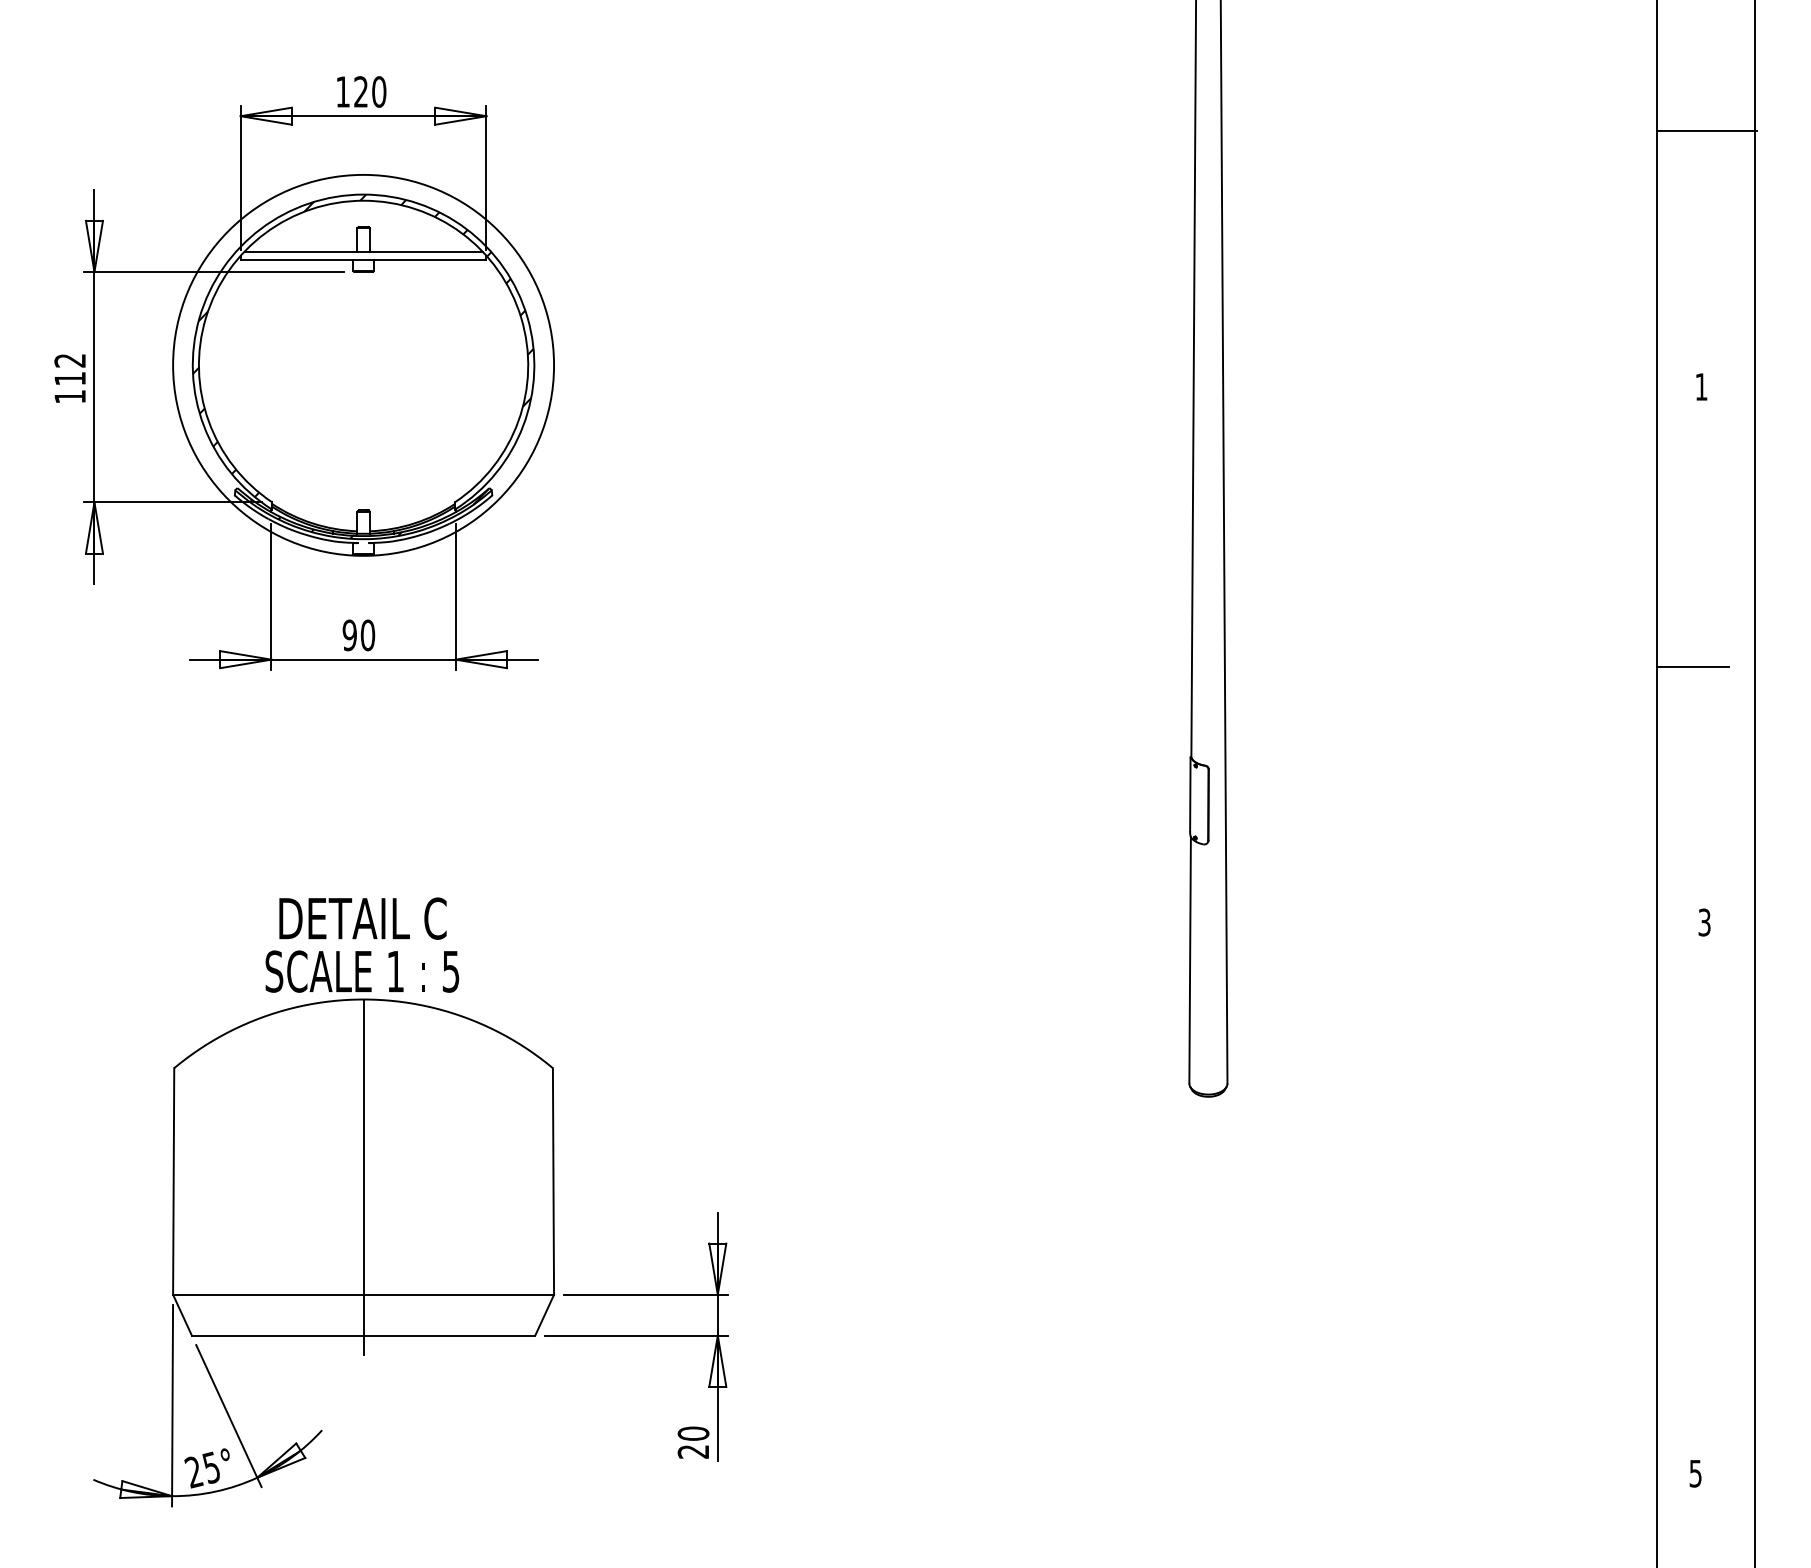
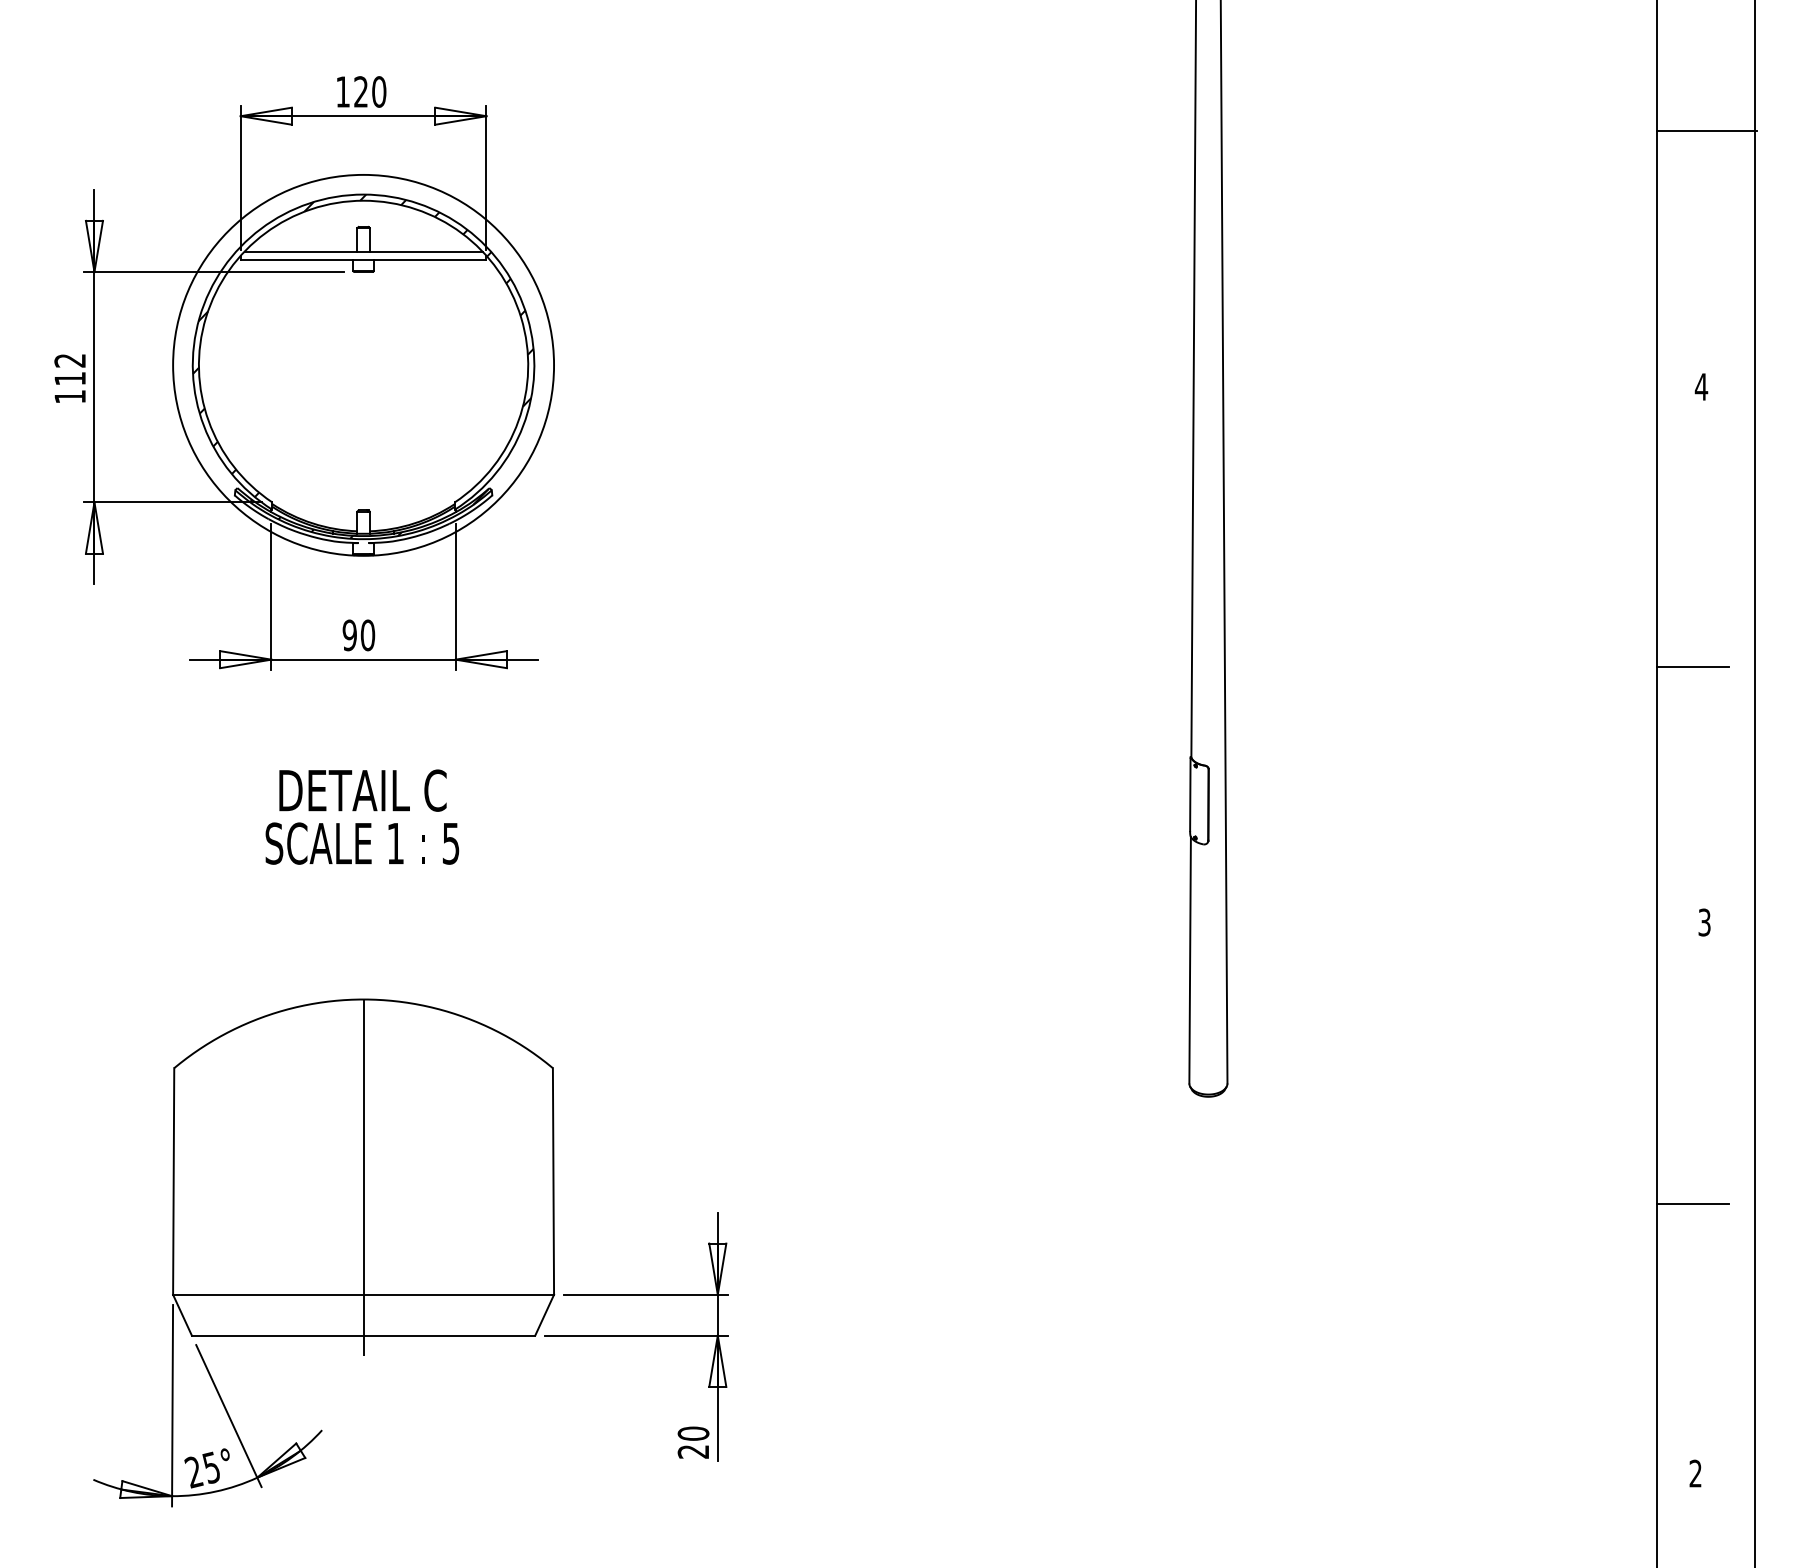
text at (1701, 386): 1 -> 4
text at (362, 944) position: (362, 944) -> (362, 816)
line at (1693, 1203): none -> present
text at (1695, 1473): 5 -> 2
